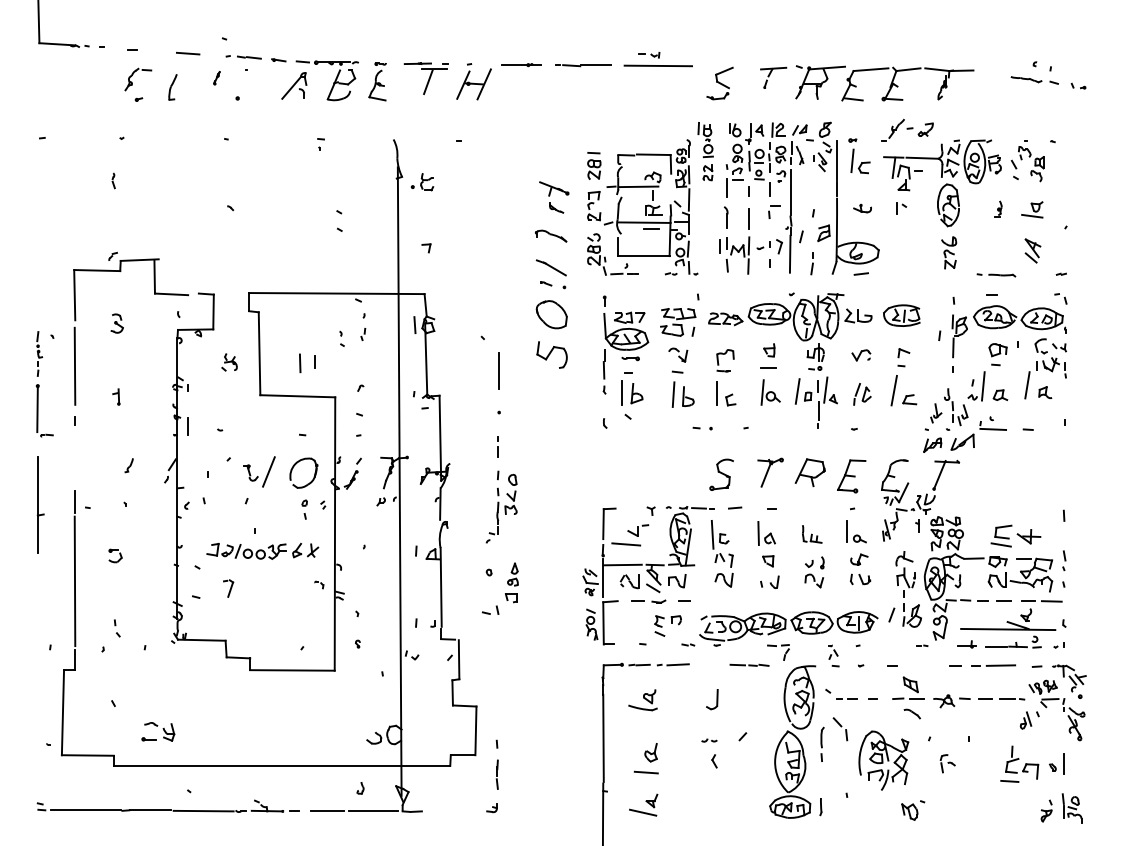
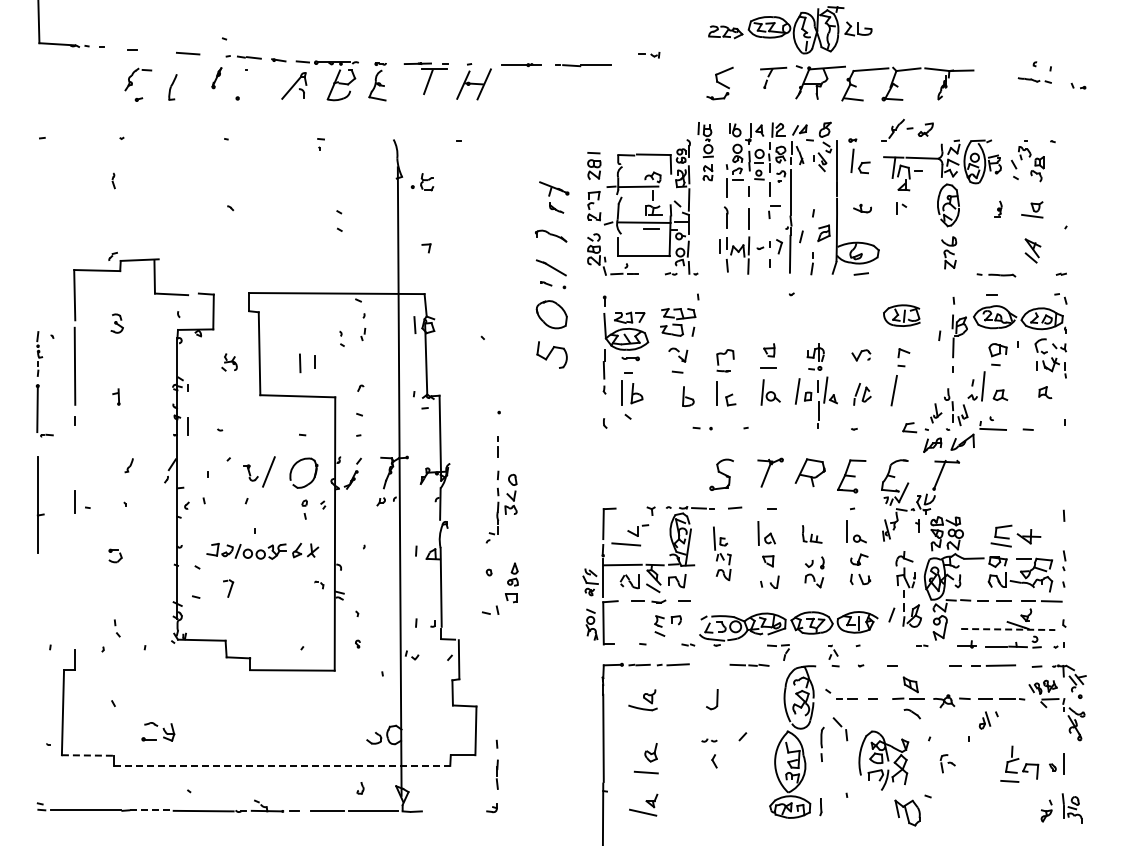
line at (658, 65): present -> none
part at (216, 78) size: 8x15 px -> 12x23 px
part at (1034, 80) size: 49x9 px -> 35x7 px
part at (790, 317) position: (790, 317) -> (790, 30)
line at (499, 370): present -> none
line at (1027, 385): present -> none
line at (673, 394): present -> none
part at (909, 399) position: (909, 399) -> (909, 427)
part at (721, 553) size: 24x68 px -> 19x56 px
line at (74, 581): present -> none
line at (1008, 629): solid -> dashed
part at (1029, 720) position: (1029, 720) -> (988, 720)
line at (87, 755): solid -> dashed
line at (282, 765): solid -> dashed
line at (150, 810): solid -> dashed
part at (913, 810) size: 25x21 px -> 38x33 px
